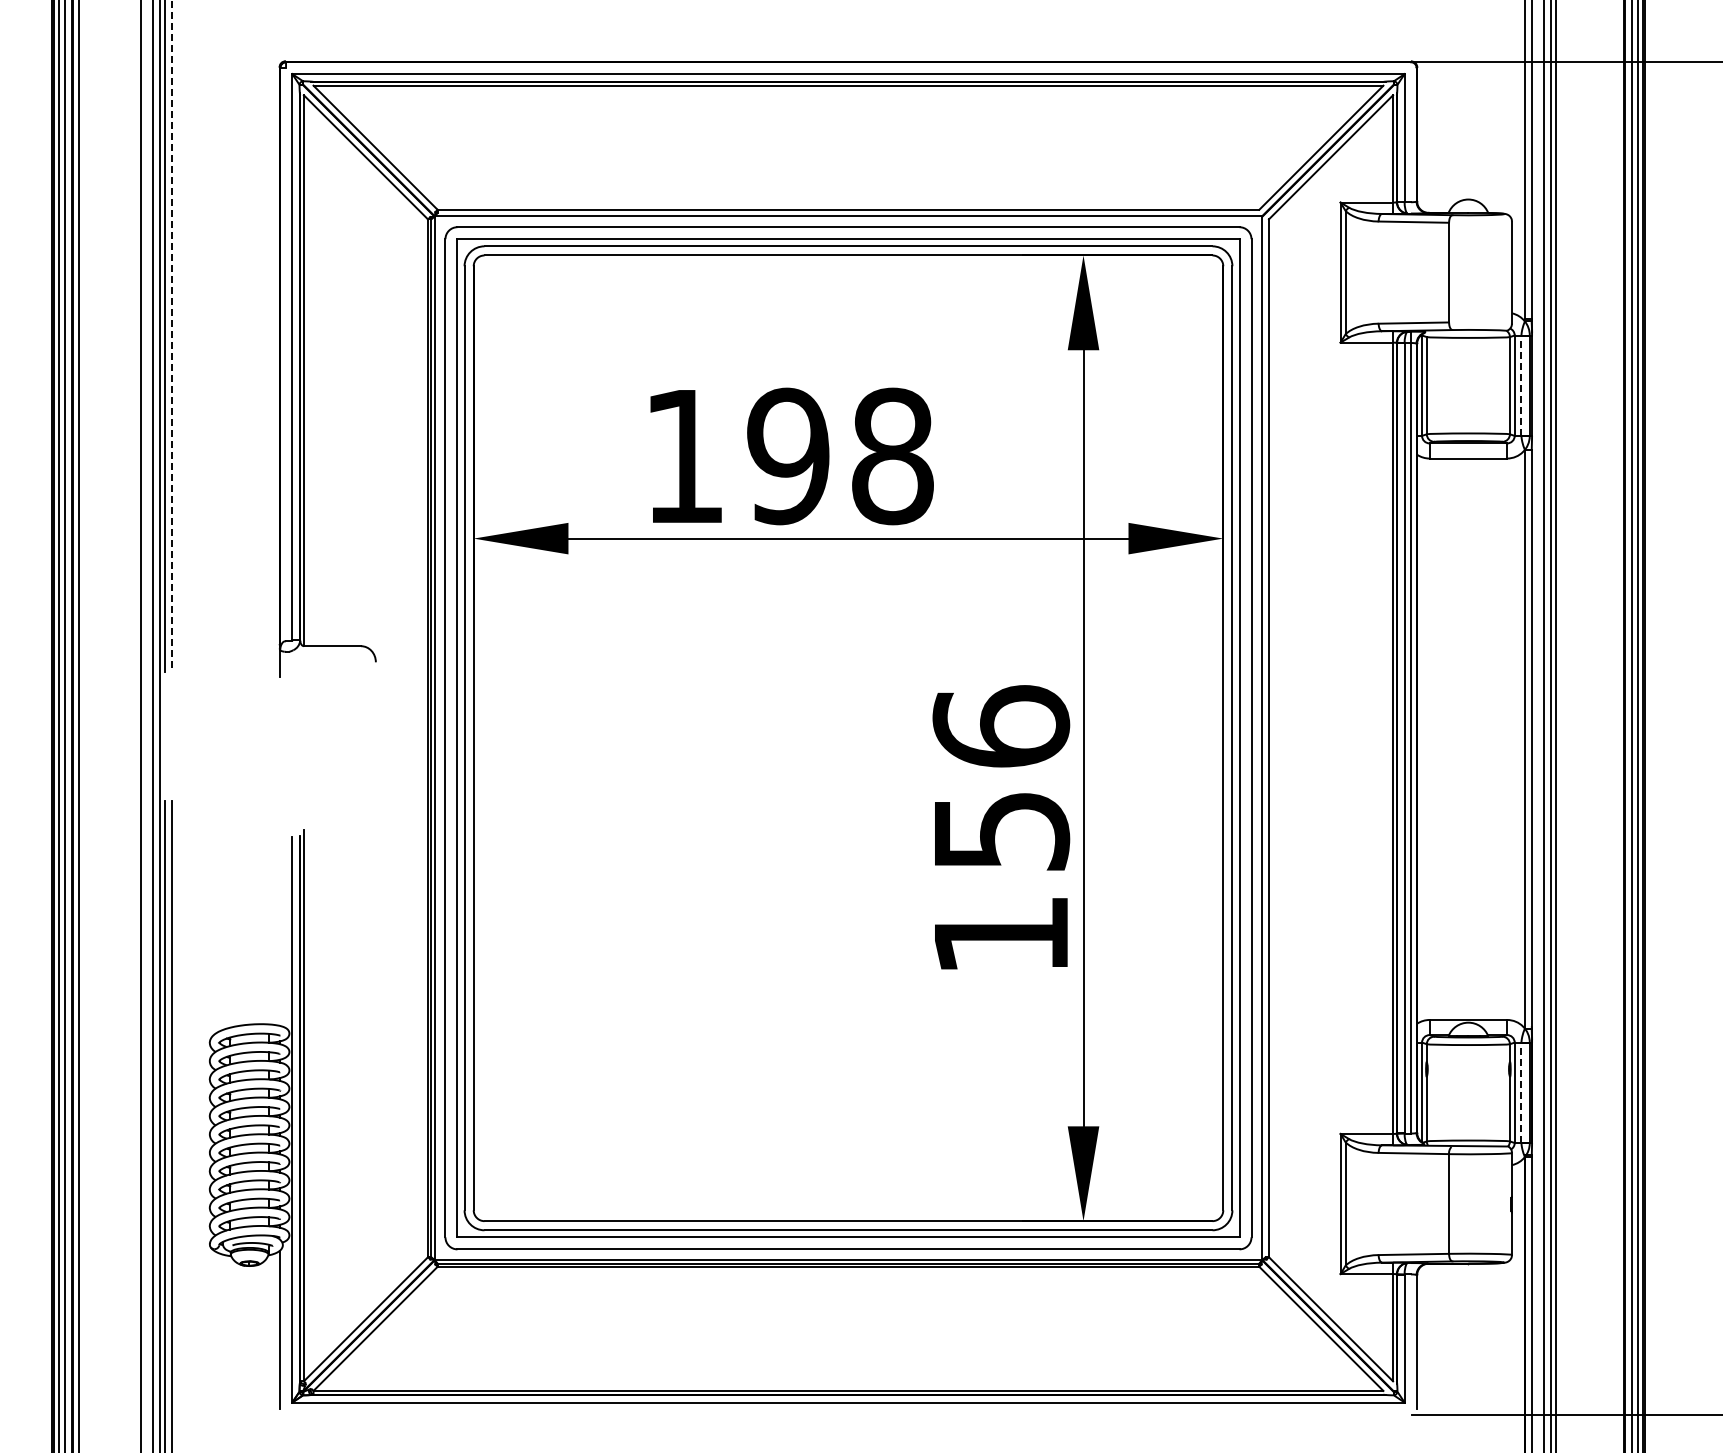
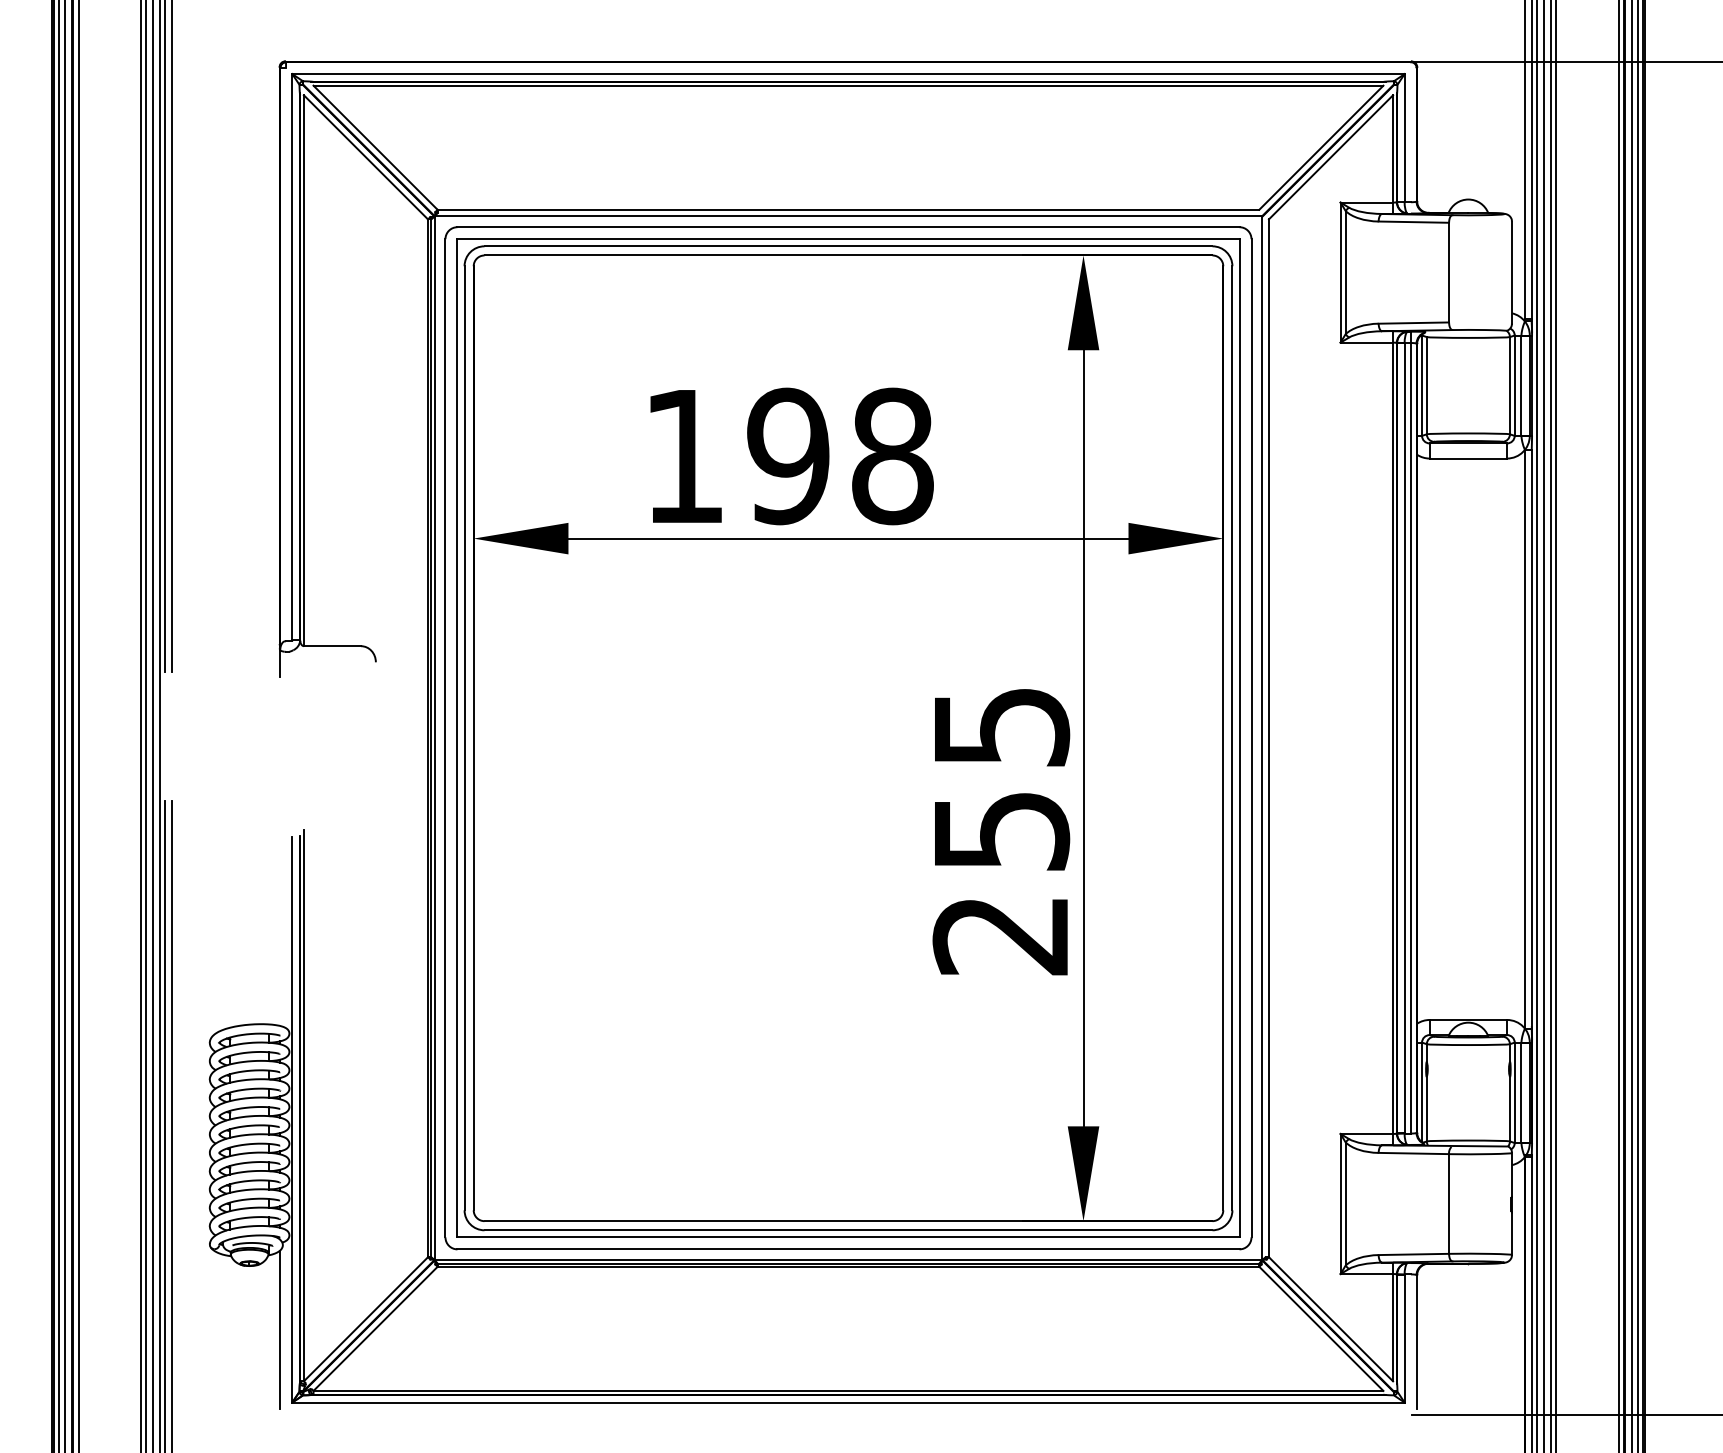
line at (172, 336): dashed -> solid
line at (1521, 385): dashed -> solid
line at (146, 725): none -> present
line at (1536, 725): none -> present
line at (1618, 725): none -> present
text at (1001, 830): 156 -> 255
line at (1521, 1092): dashed -> solid
